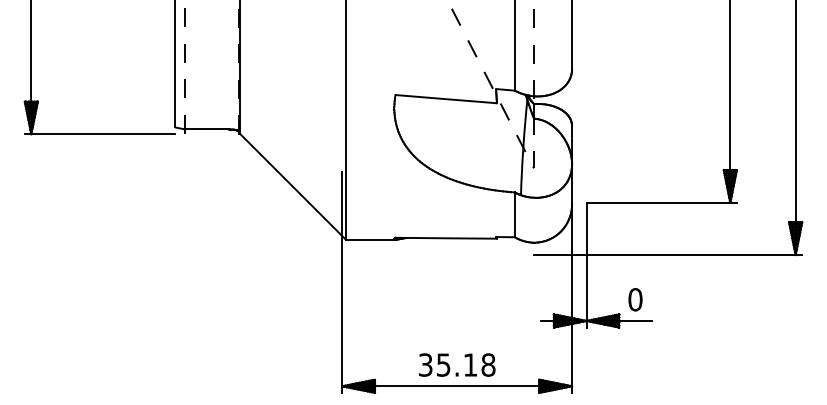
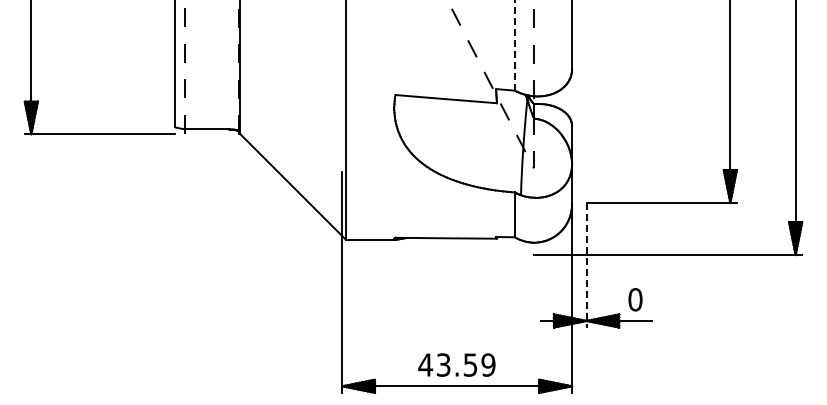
line at (514, 44): solid -> dashed
line at (586, 265): solid -> dashed
text at (456, 364): 35.18 -> 43.59
